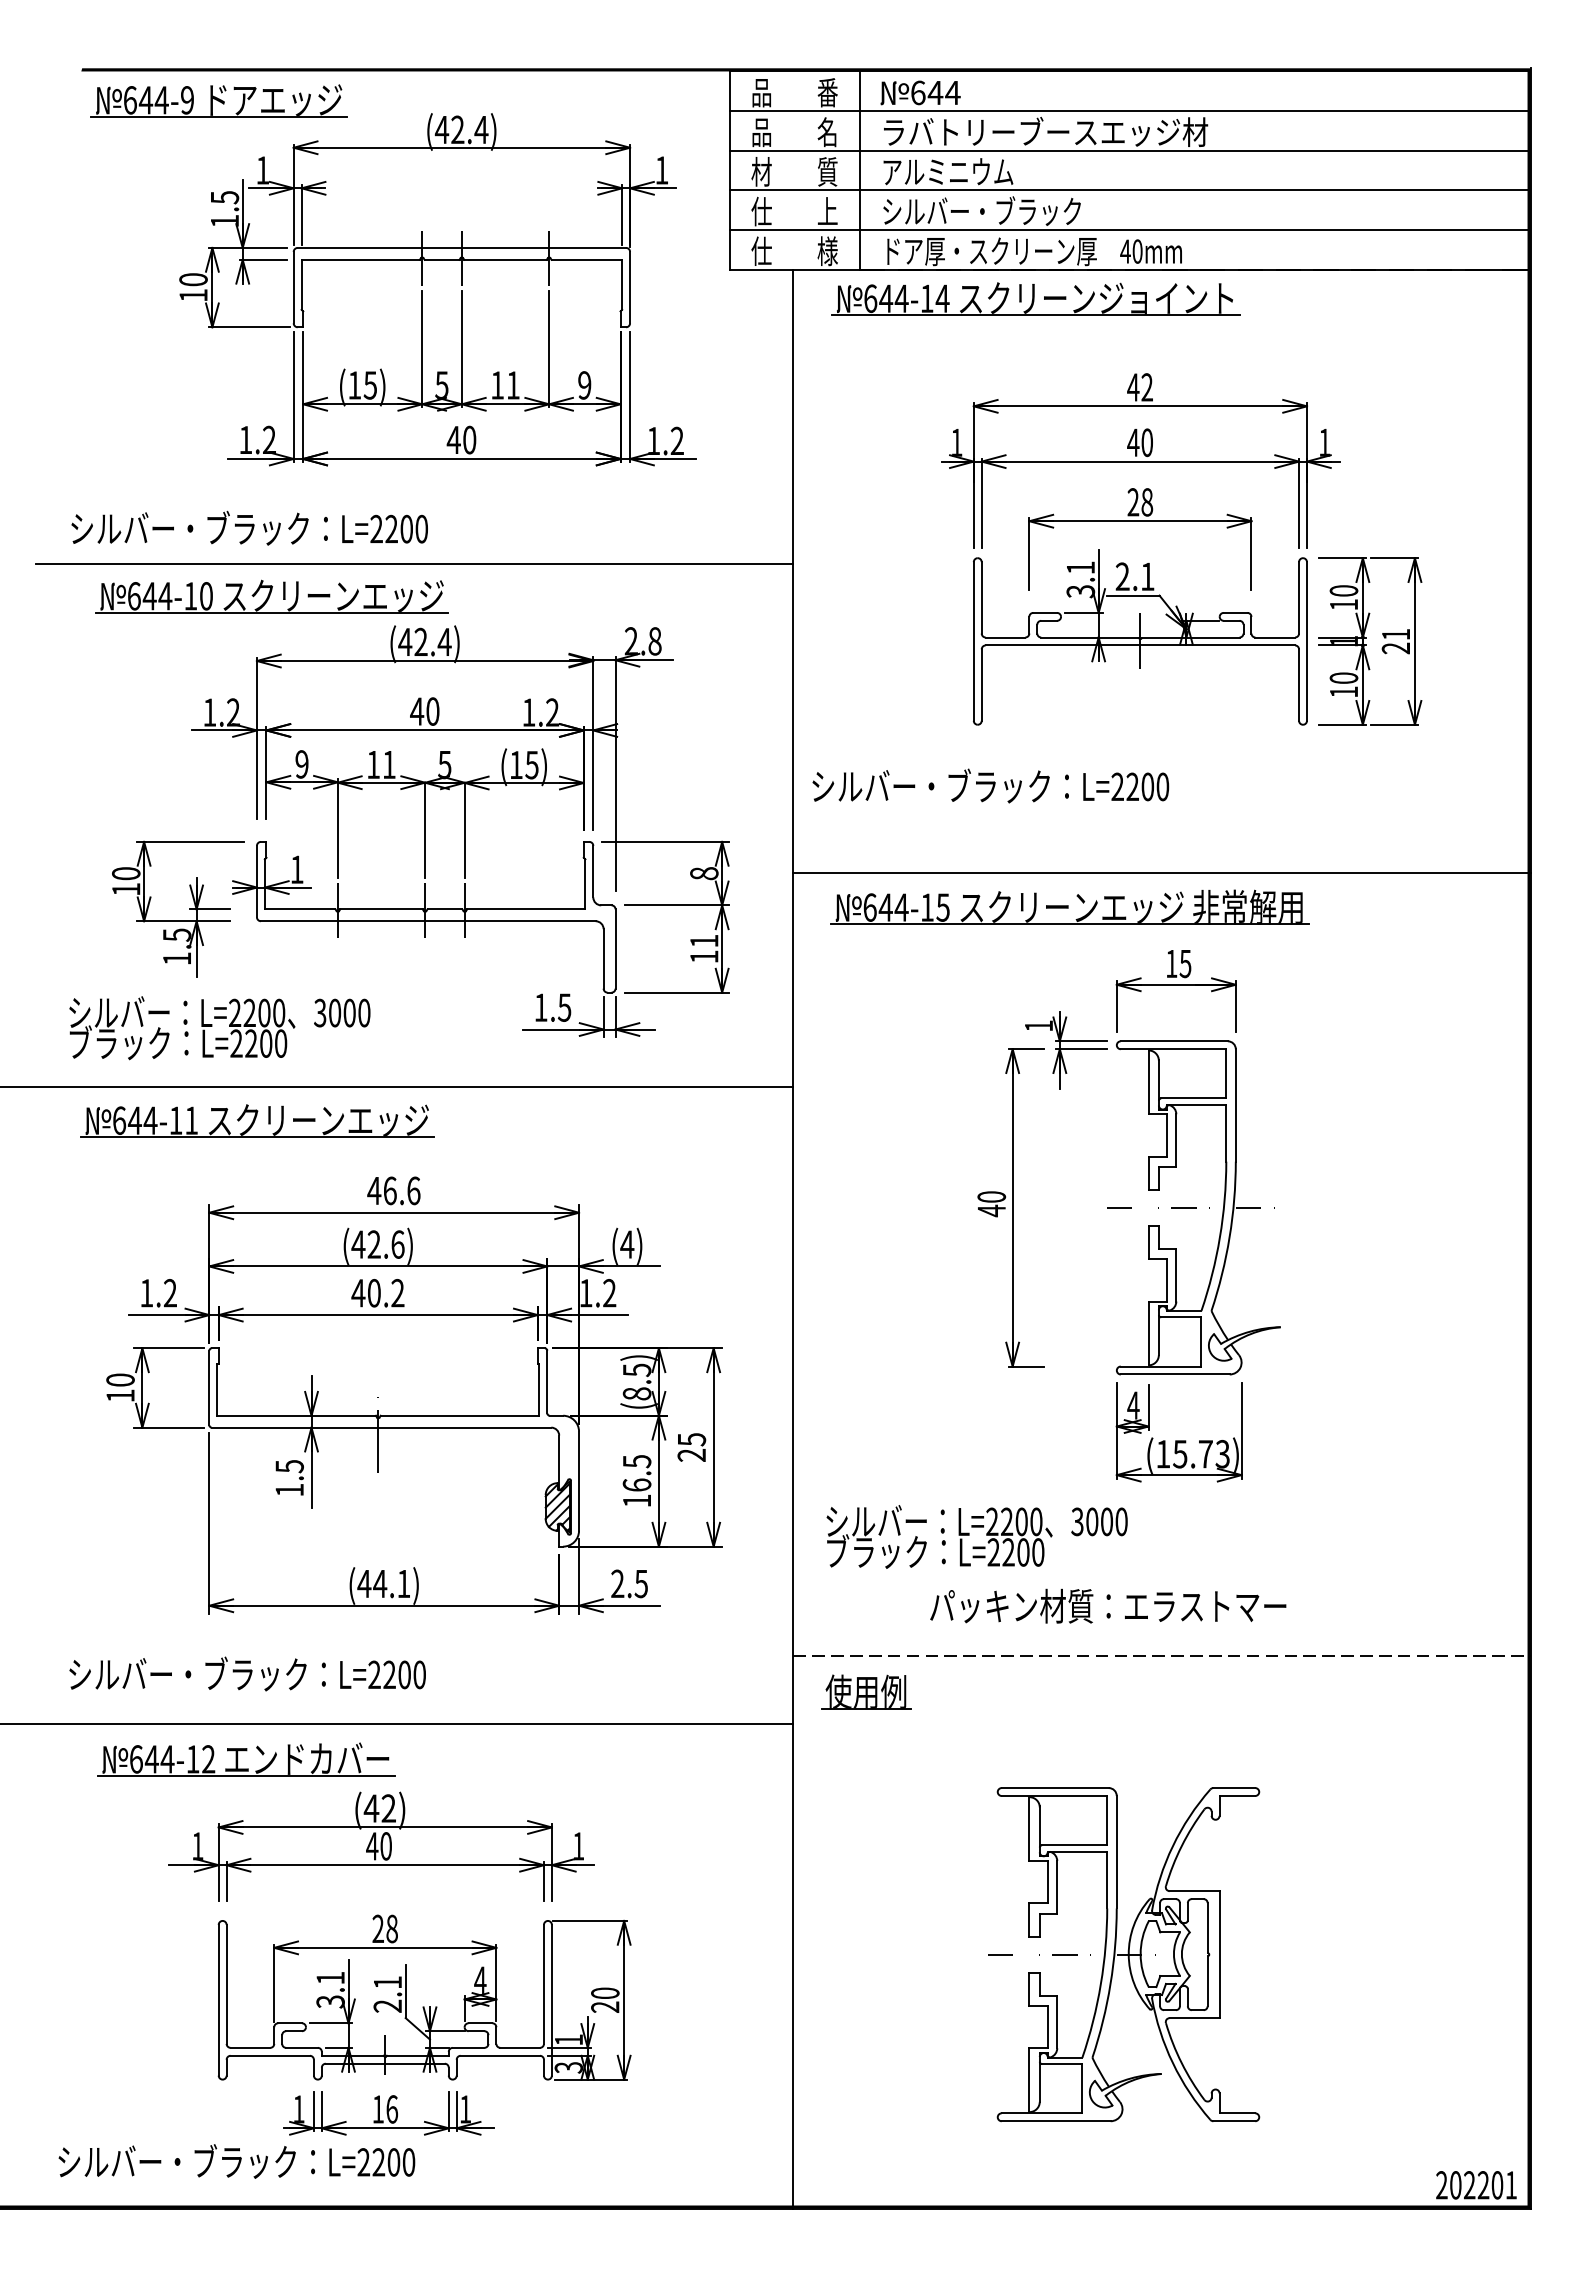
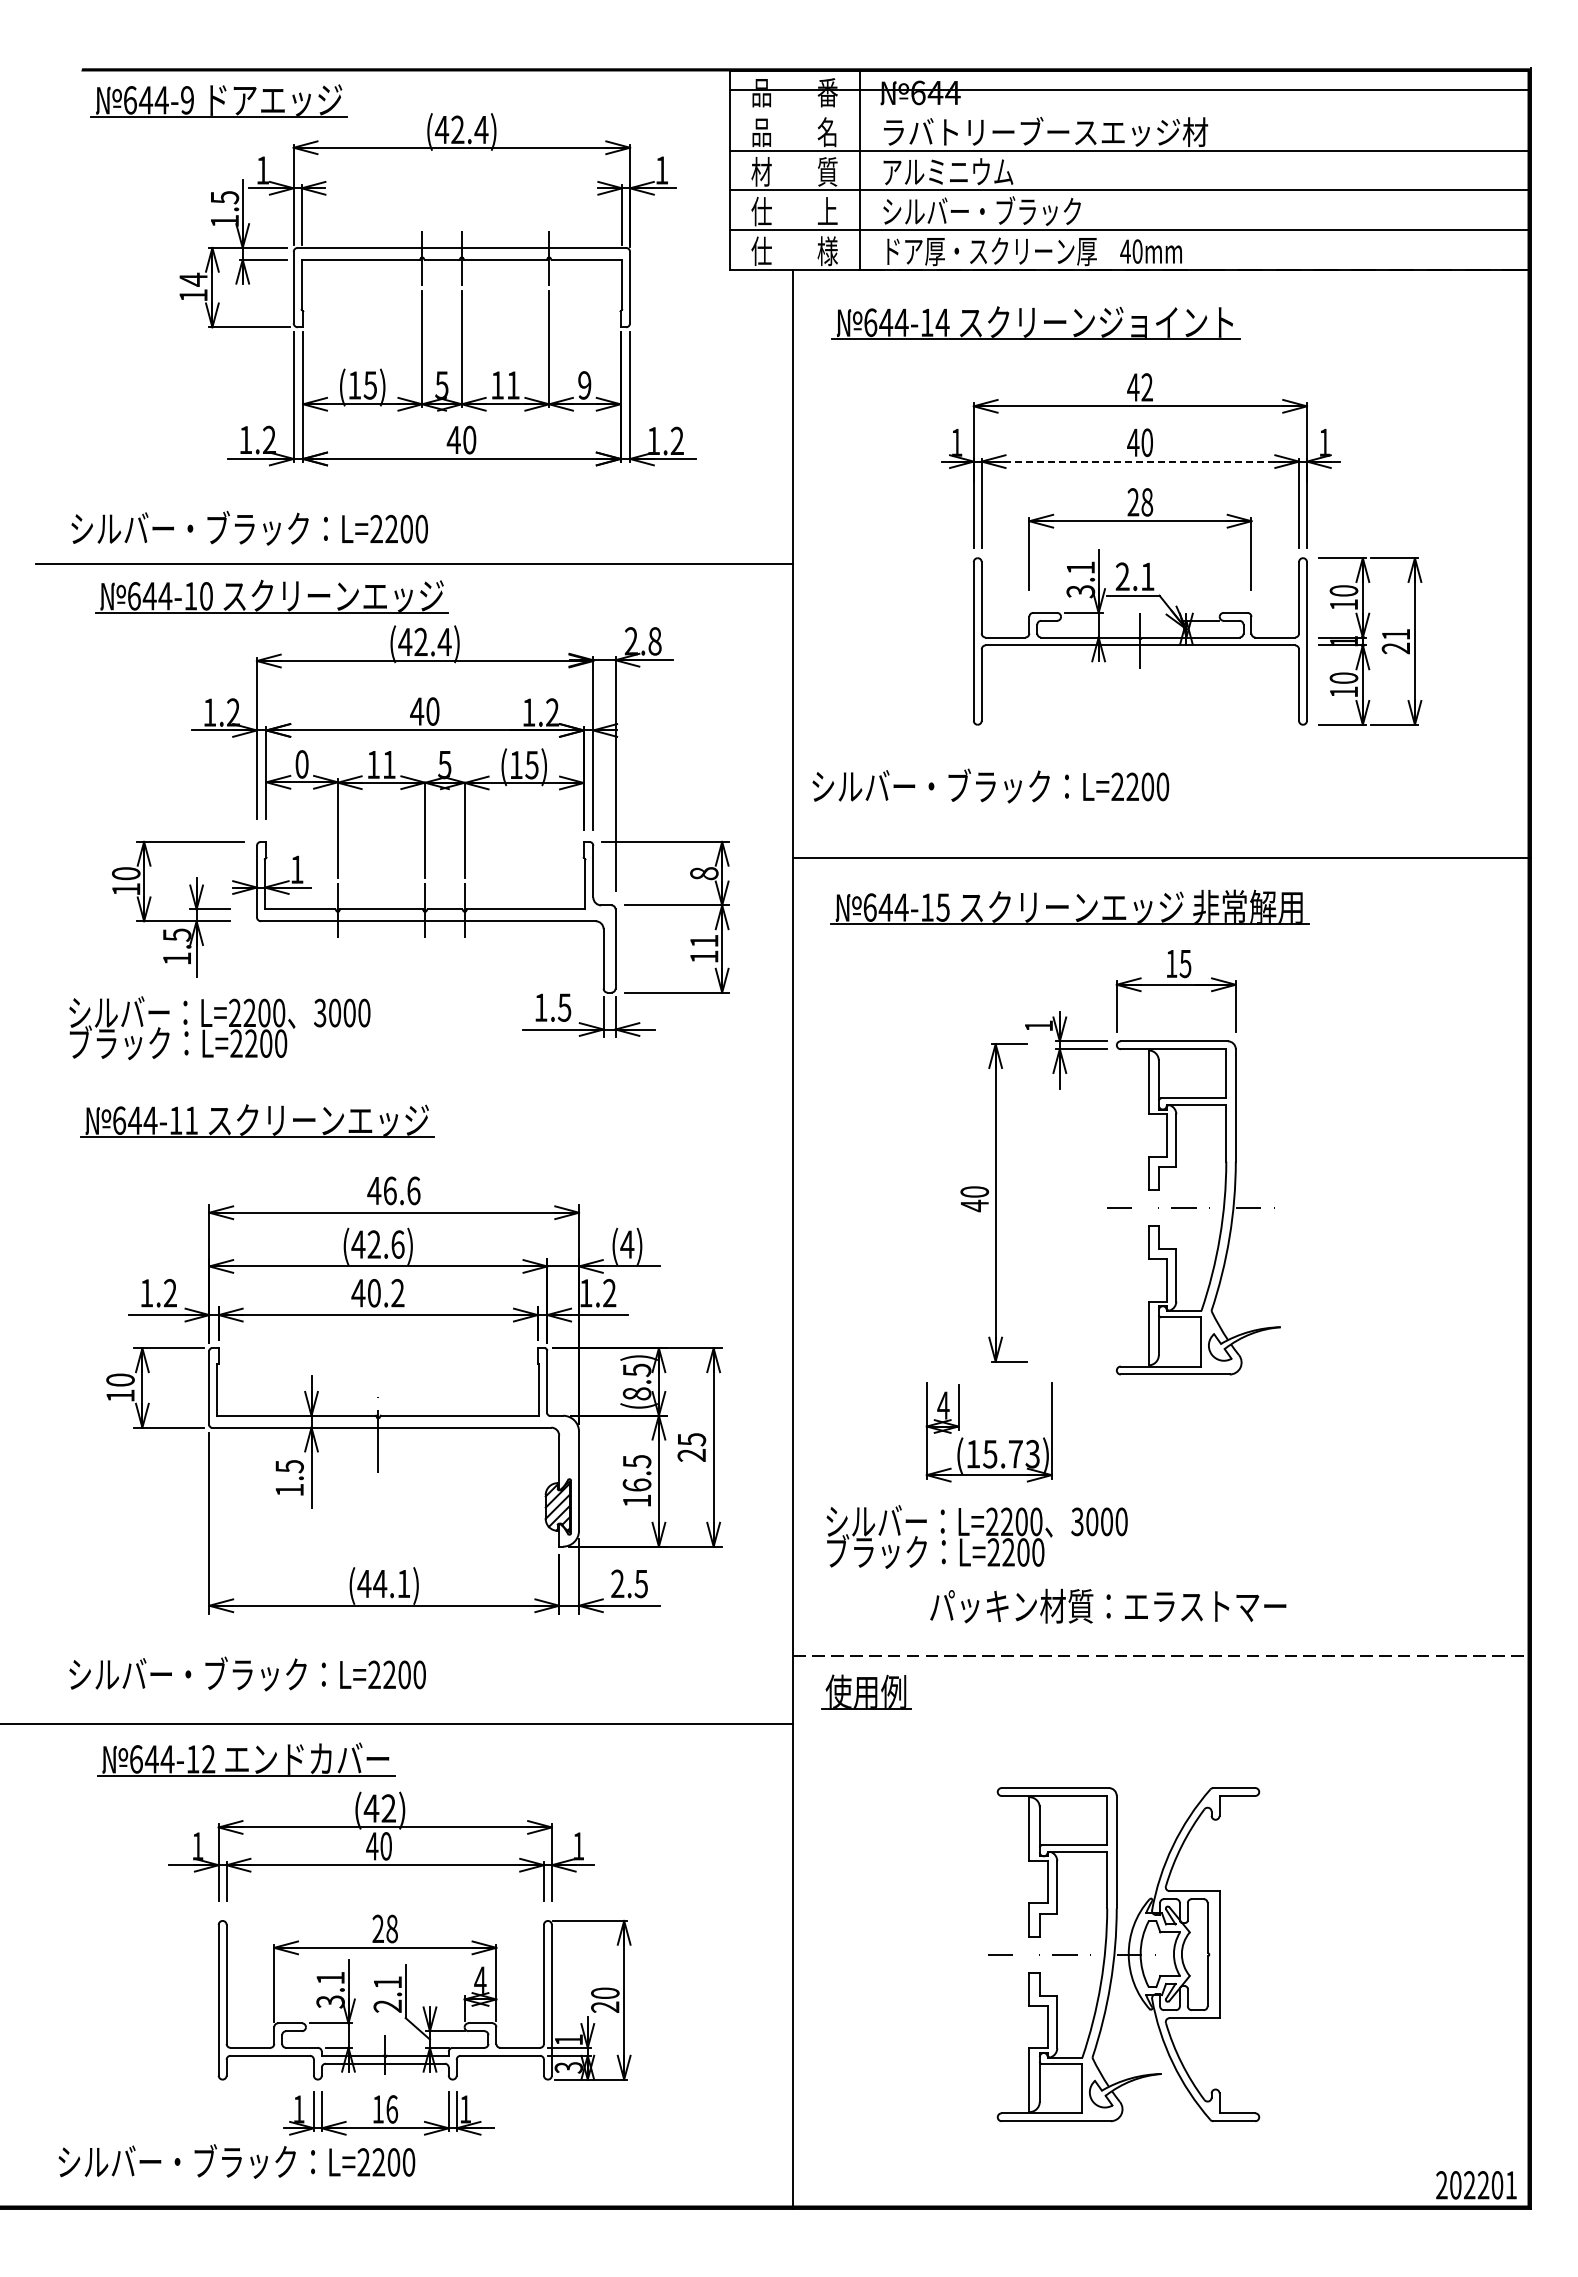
line at (1128, 111) position: (1128, 111) -> (1128, 90)
text at (193, 279): 10 -> 14
part at (1035, 298) position: (1035, 298) -> (1035, 322)
line at (1140, 461): solid -> dashed
text at (301, 764): 9 -> 0
line at (1161, 873) position: (1161, 873) -> (1161, 858)
line at (397, 1086): present -> none
part at (1010, 1207) position: (1010, 1207) -> (993, 1202)
part at (1178, 1440) position: (1178, 1440) -> (988, 1440)
